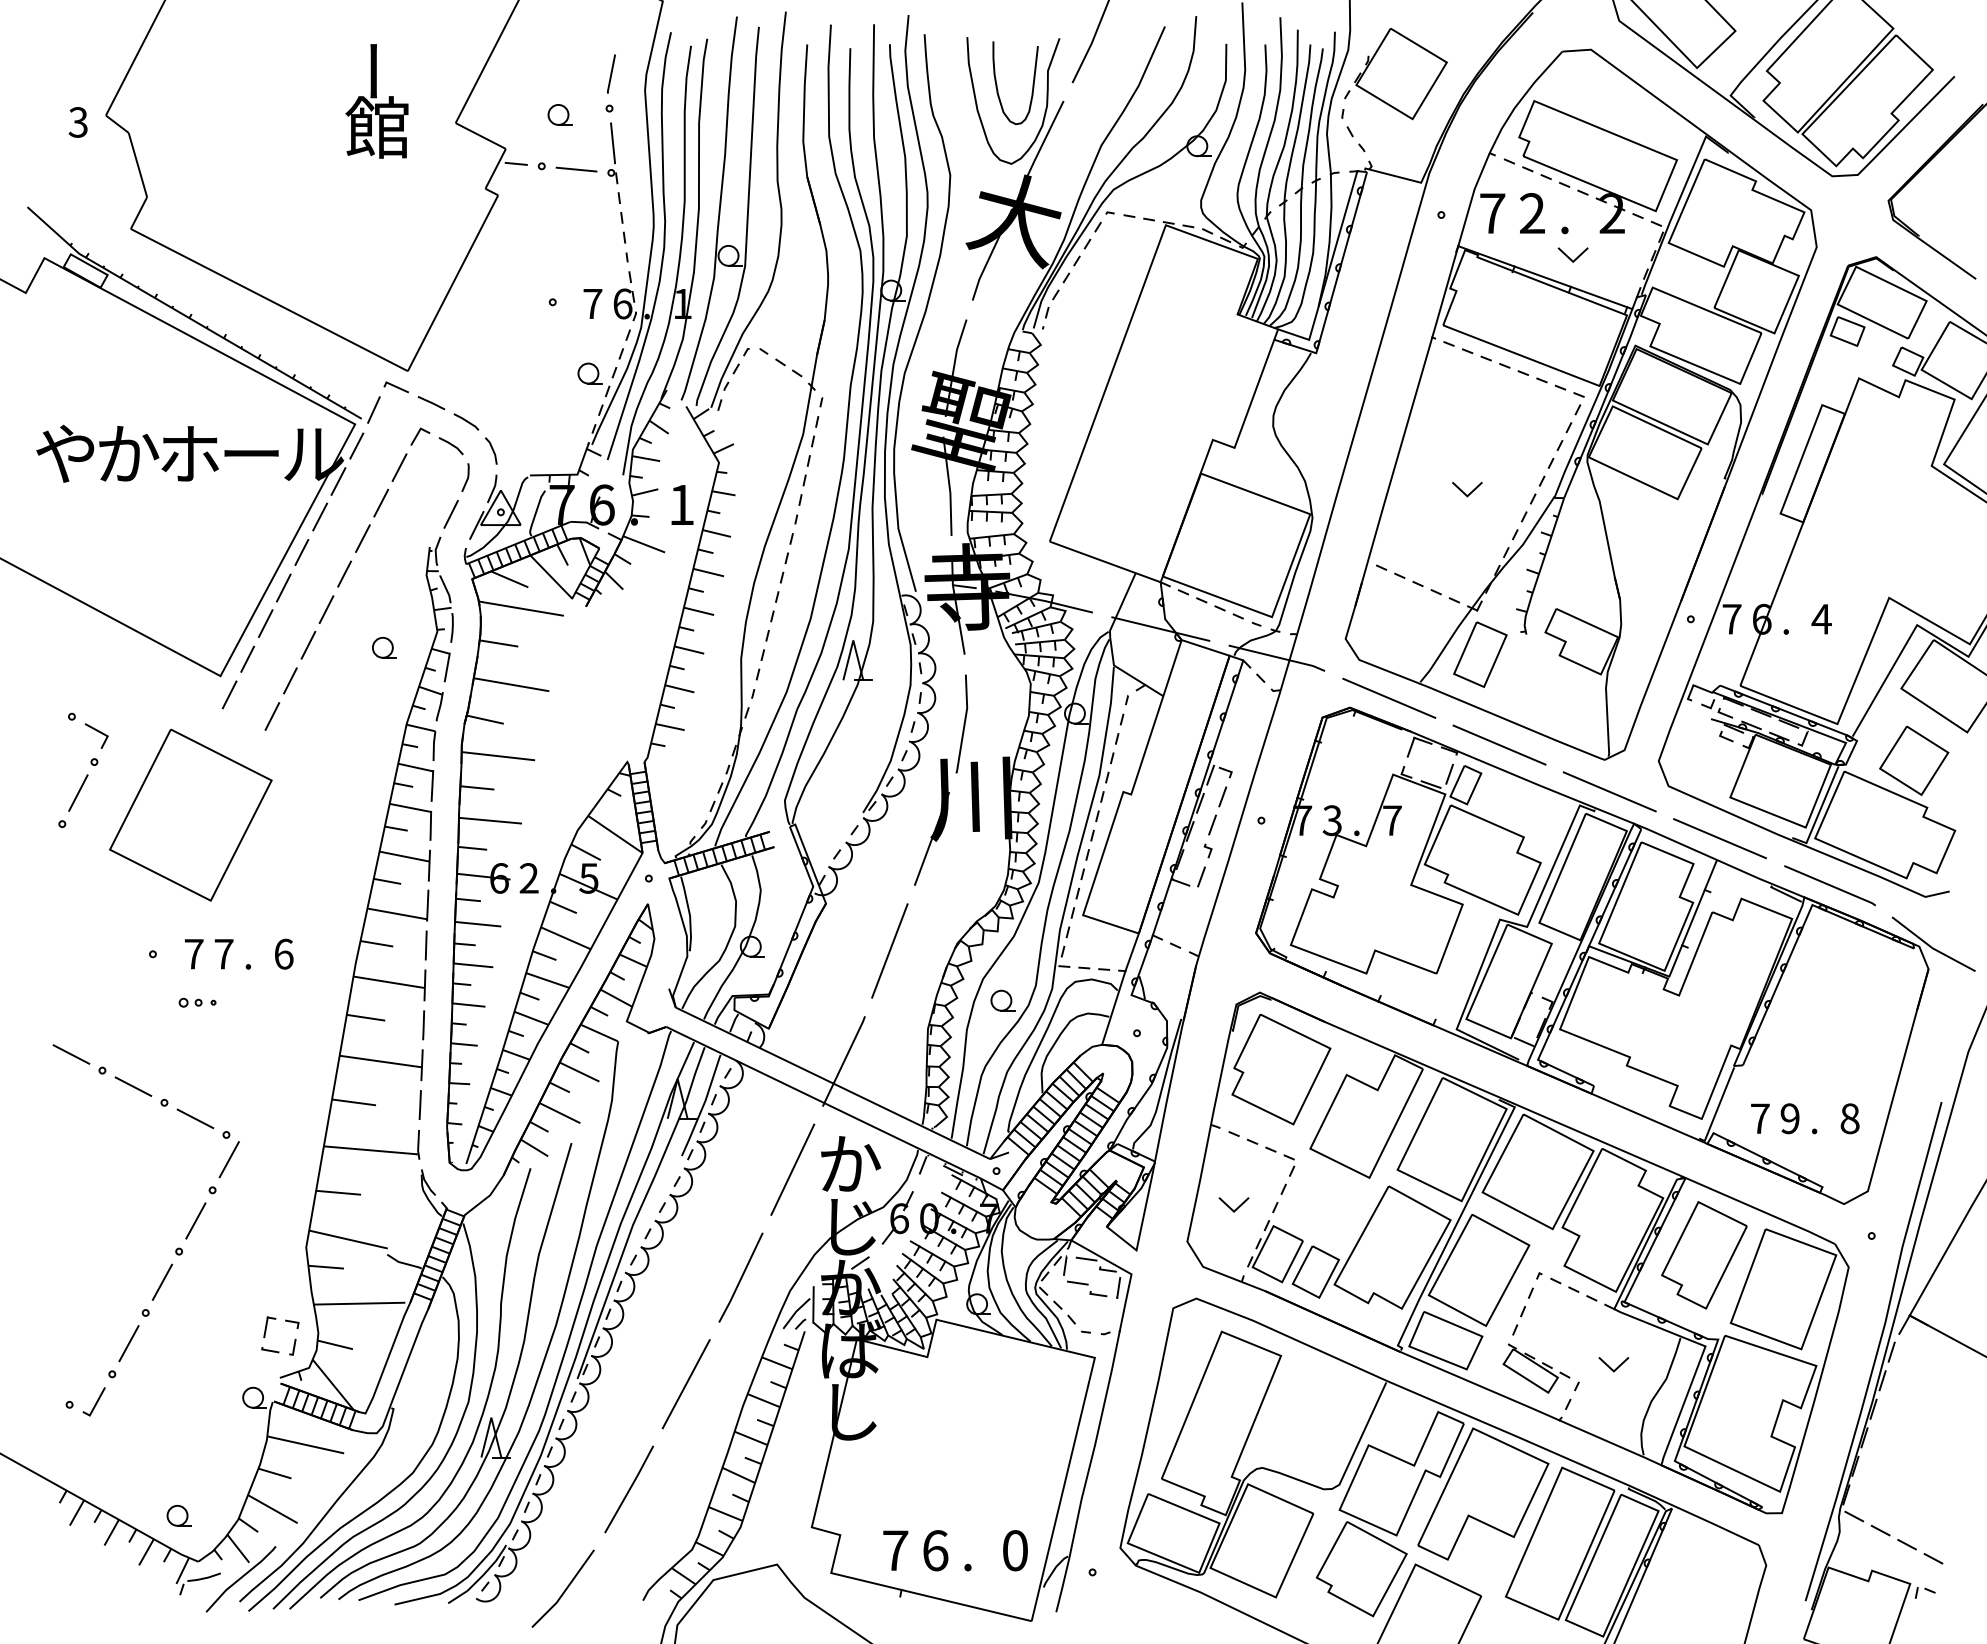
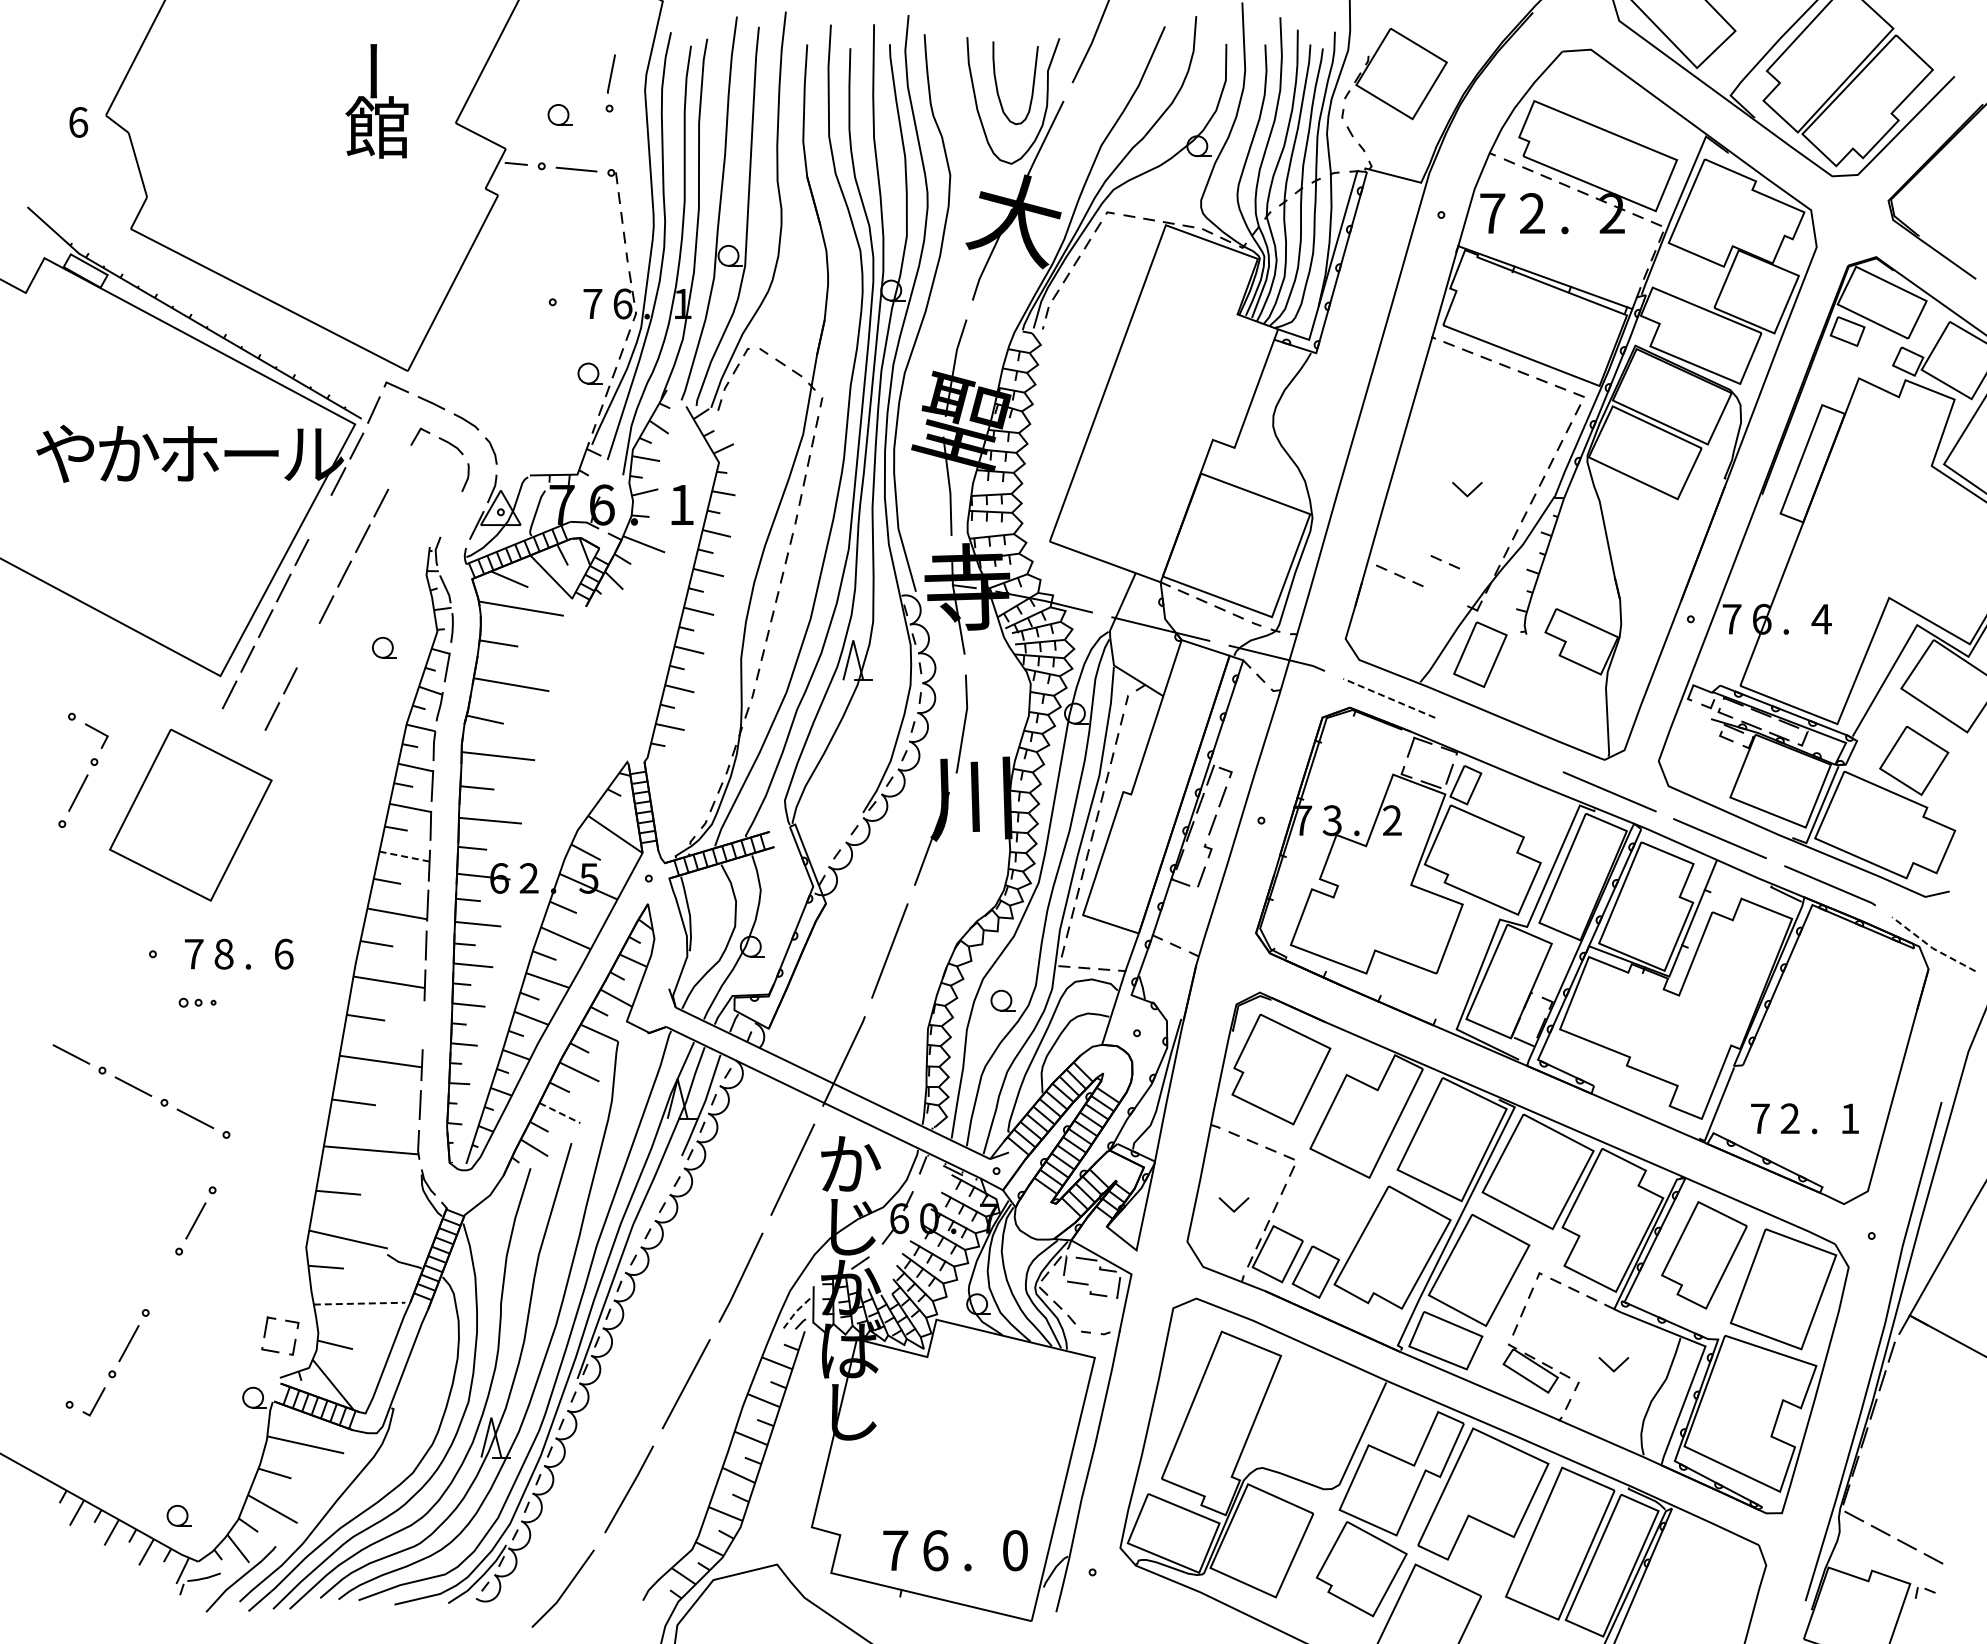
text at (78, 122): 3 -> 6
line at (613, 143): present -> none
line at (1571, 258): present -> none
line at (399, 467): present -> none
line at (450, 513): present -> none
line at (320, 516): present -> none
part at (1444, 596) position: (1444, 596) -> (1444, 562)
line at (308, 644): present -> none
line at (1389, 698): solid -> dashed
line at (1499, 744): present -> none
text at (1392, 820): 7 -> 2
line at (404, 856): solid -> dashed
line at (1931, 947): solid -> dashed
text at (223, 953): 7 -> 8
line at (423, 1025): present -> none
line at (559, 1113): solid -> dashed
text at (1789, 1118): 9 -> 2
text at (1849, 1118): 8 -> 1
line at (228, 1159): present -> none
line at (162, 1281): present -> none
line at (359, 1303): solid -> dashed
line at (795, 1312): solid -> dashed
